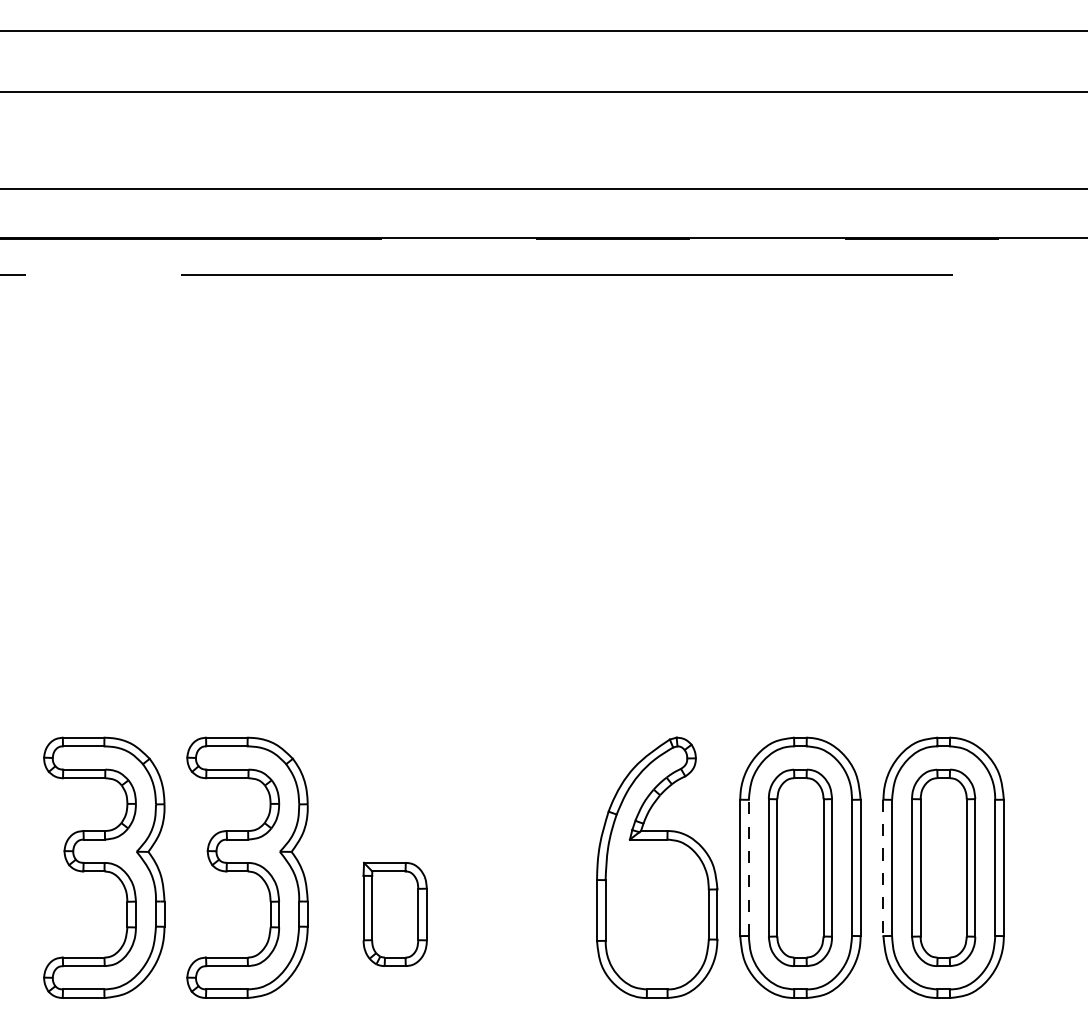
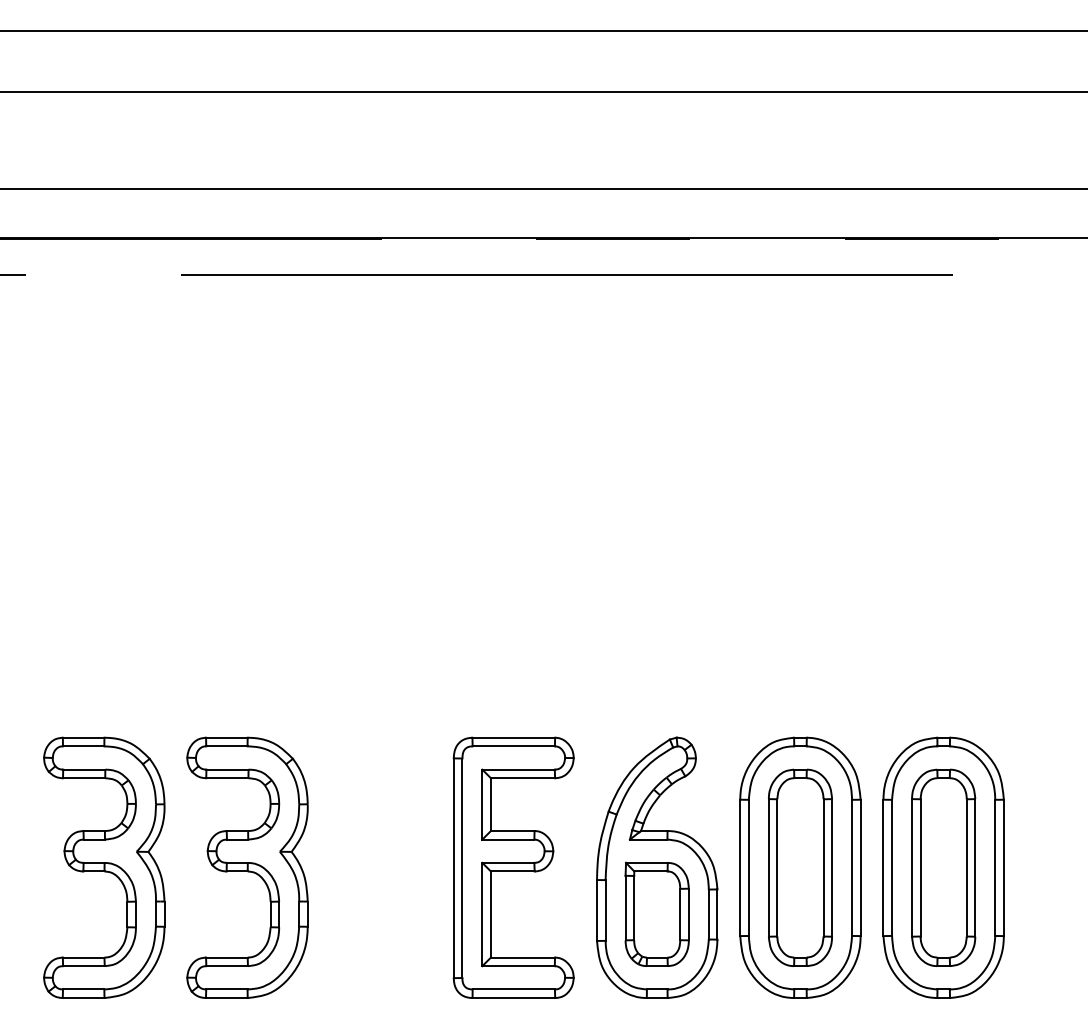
part at (513, 867): none -> present
line at (748, 867): dashed -> solid
line at (883, 868): dashed -> solid
part at (394, 913) position: (394, 913) -> (656, 913)
